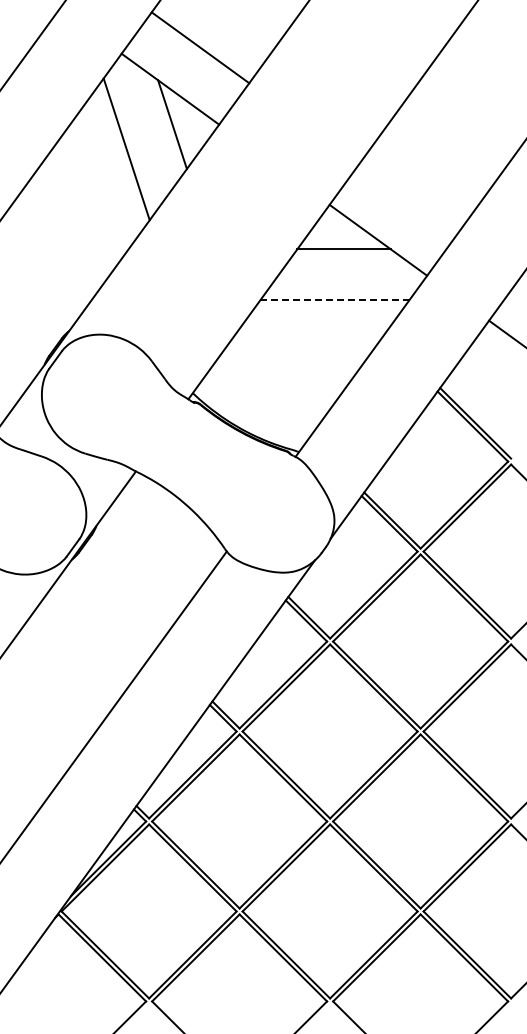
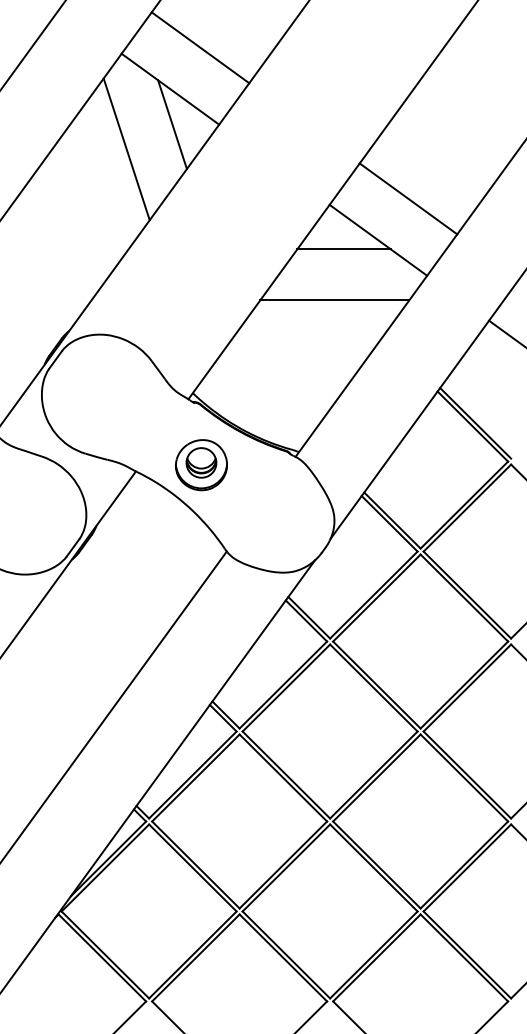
line at (408, 198): none -> present
line at (334, 300): dashed -> solid
part at (201, 465): none -> present
